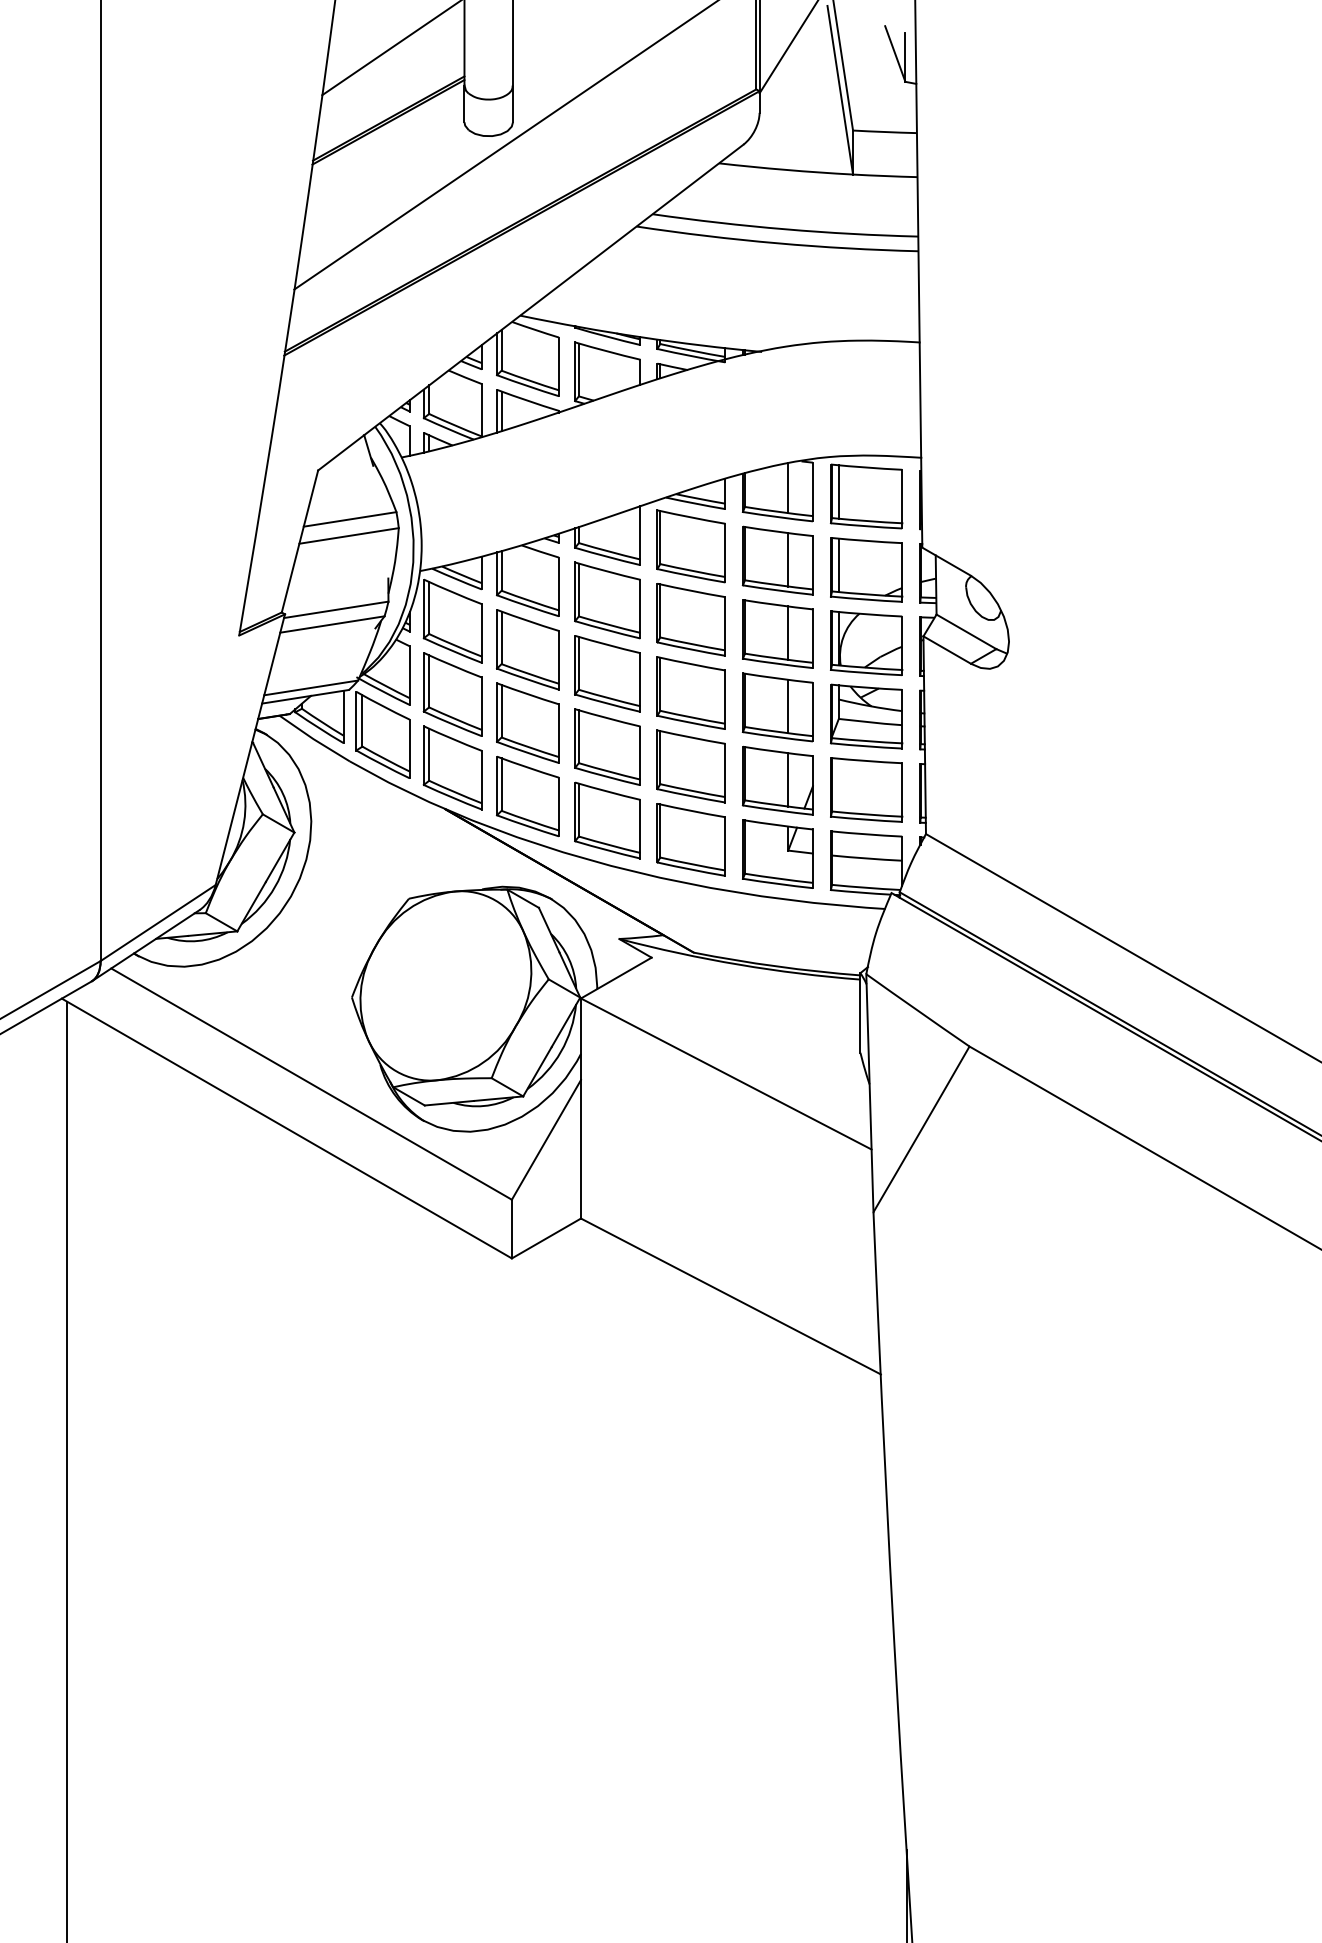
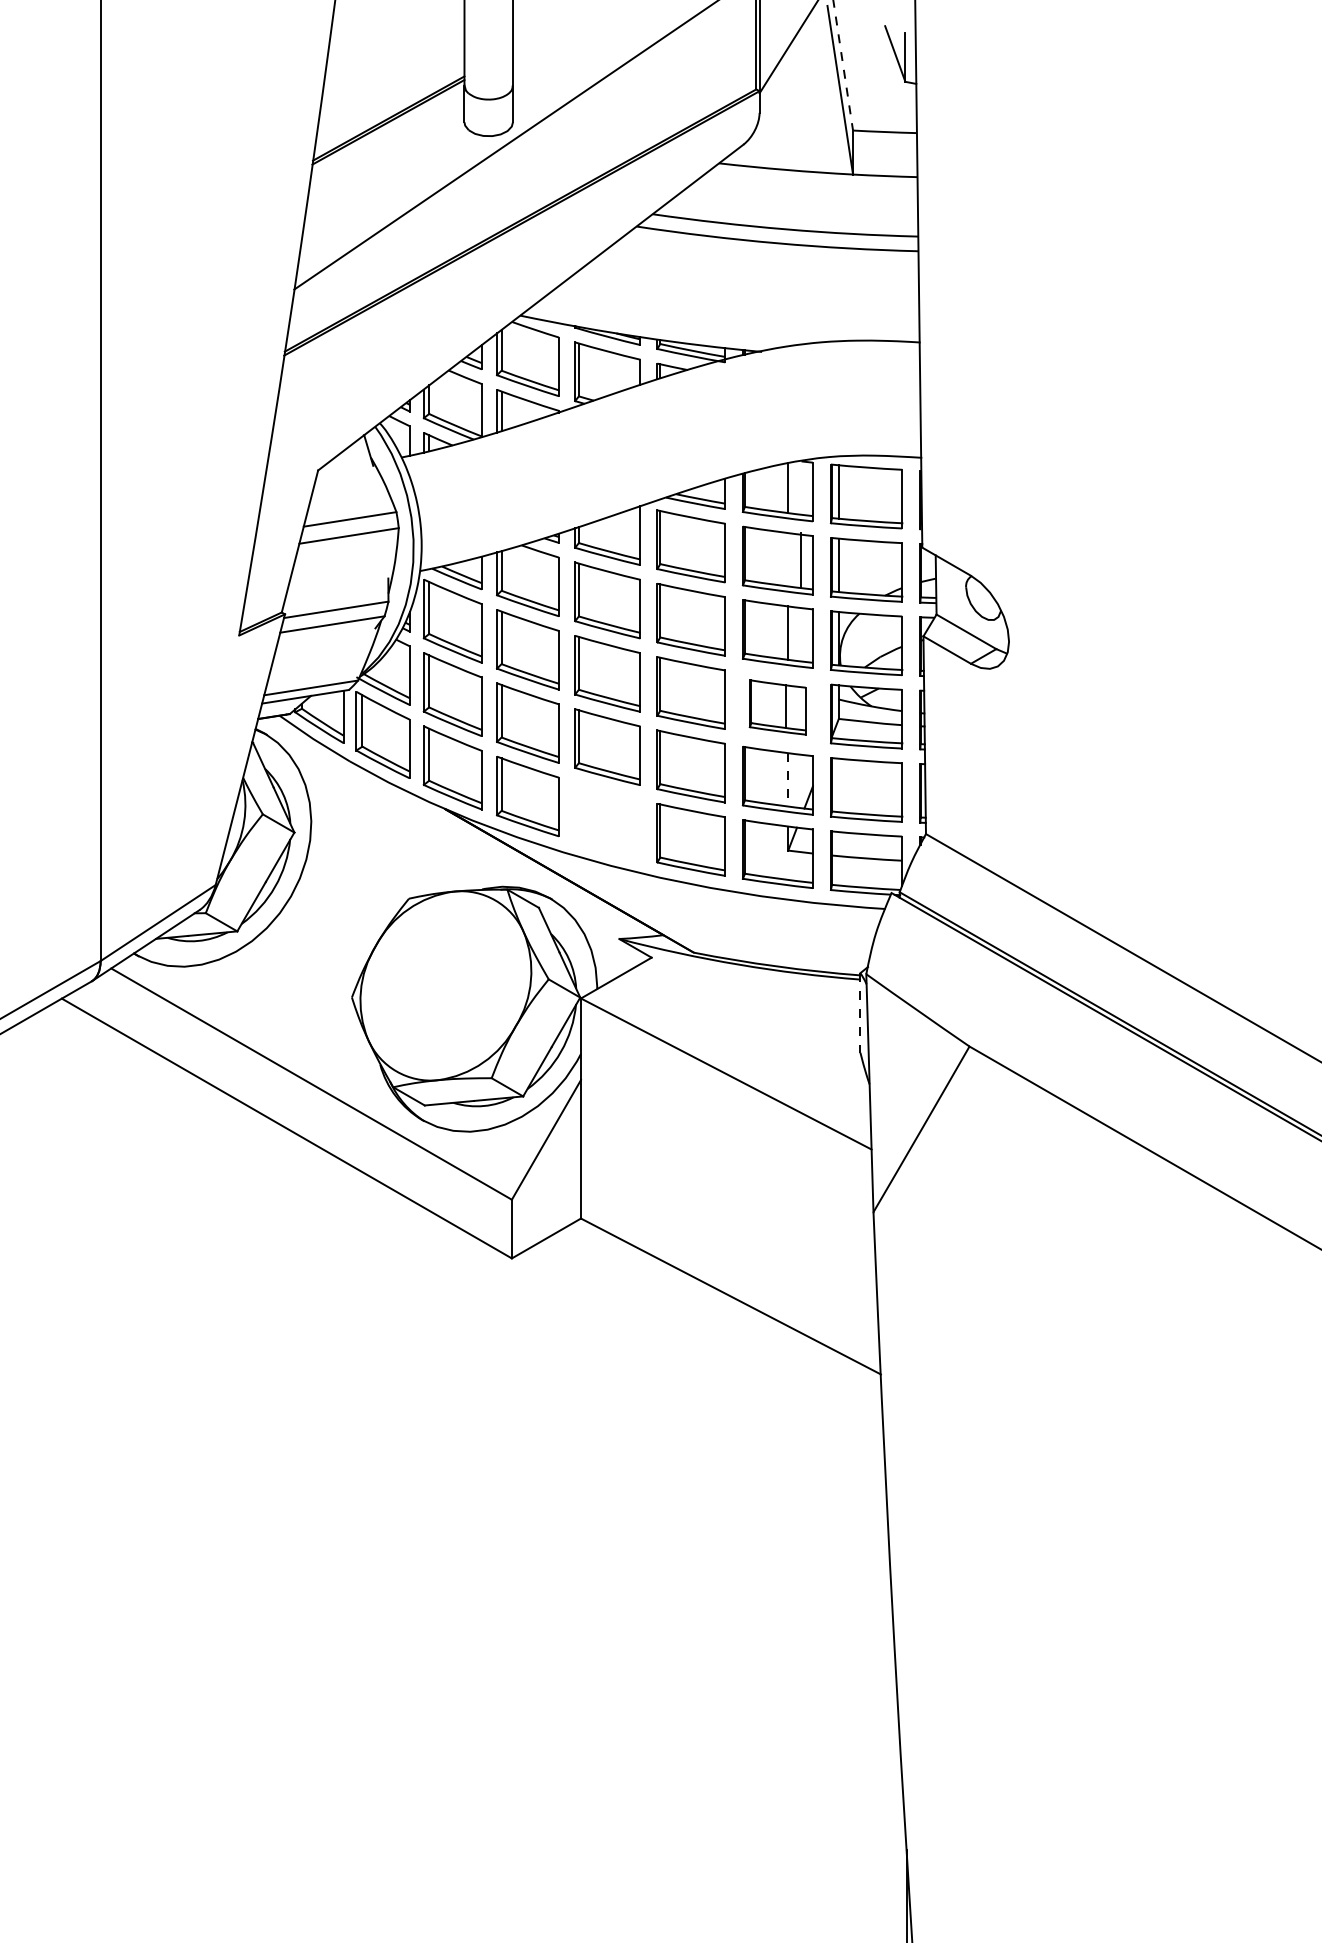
line at (390, 48): present -> none
line at (843, 65): solid -> dashed
line at (788, 559) position: (788, 559) -> (801, 559)
part at (777, 707) size: 73x71 px -> 59x57 px
line at (788, 779): solid -> dashed
part at (607, 820): present -> none
line at (860, 1012): solid -> dashed
line at (66, 1470): present -> none
